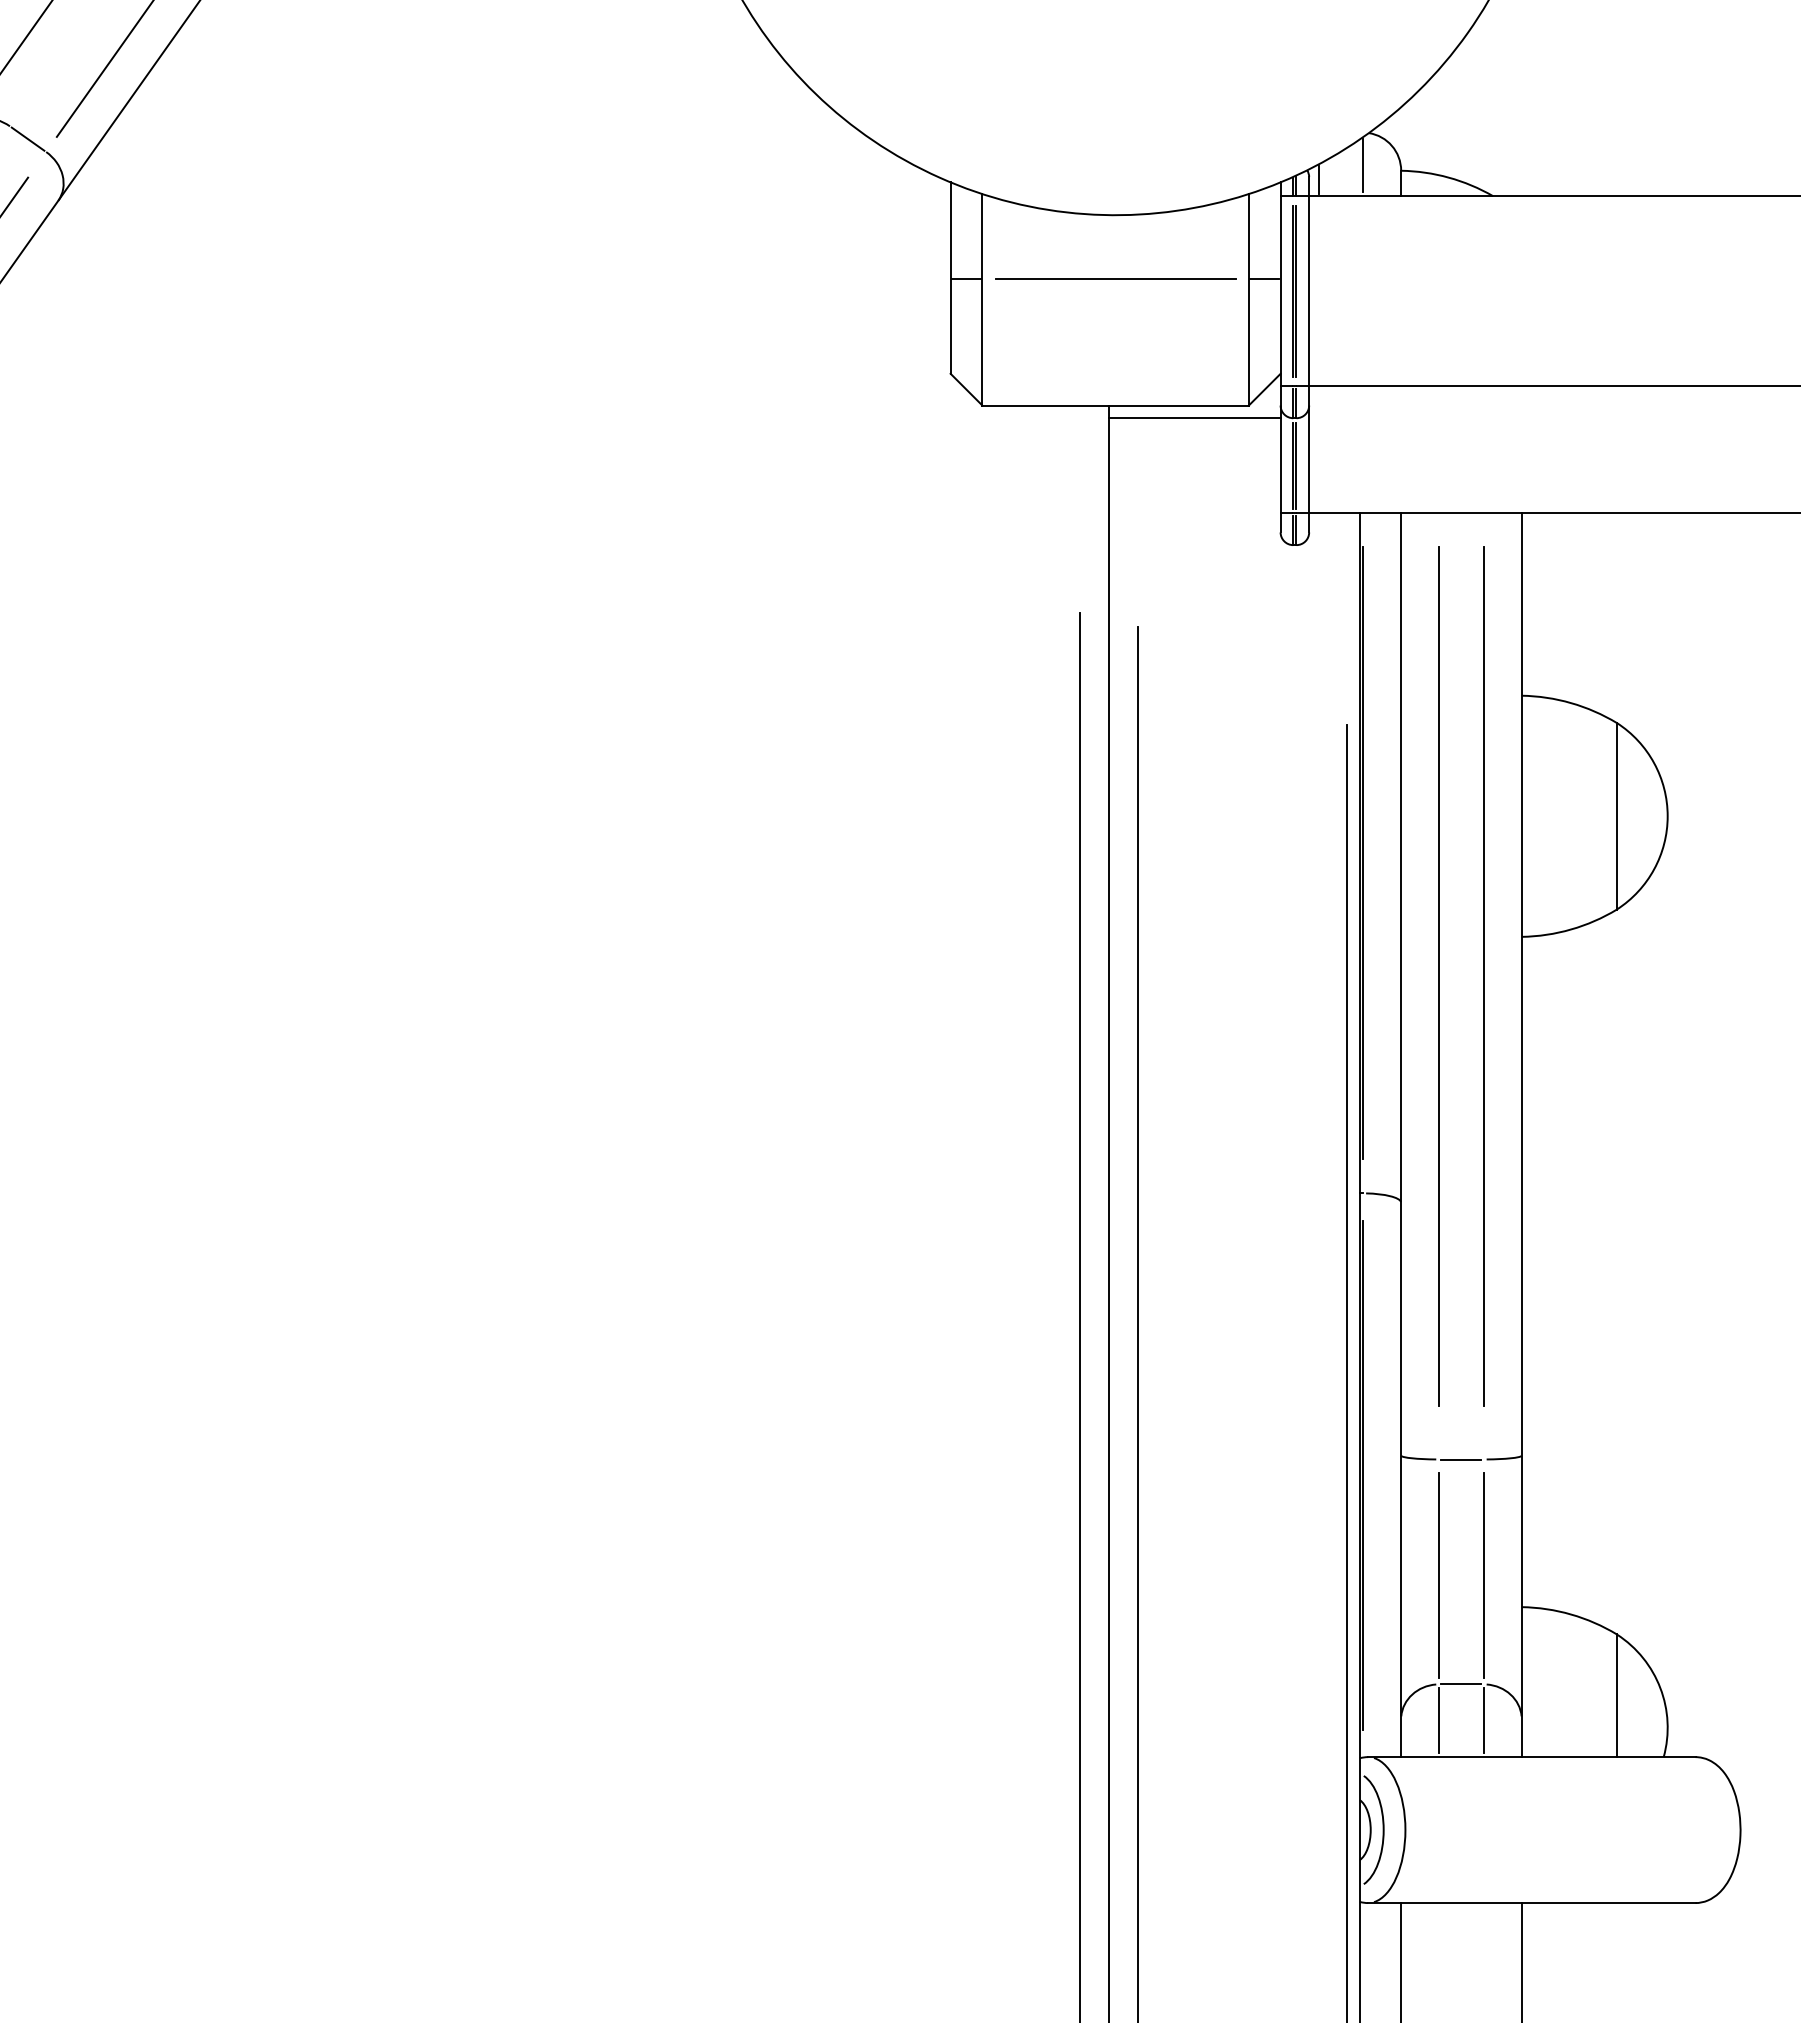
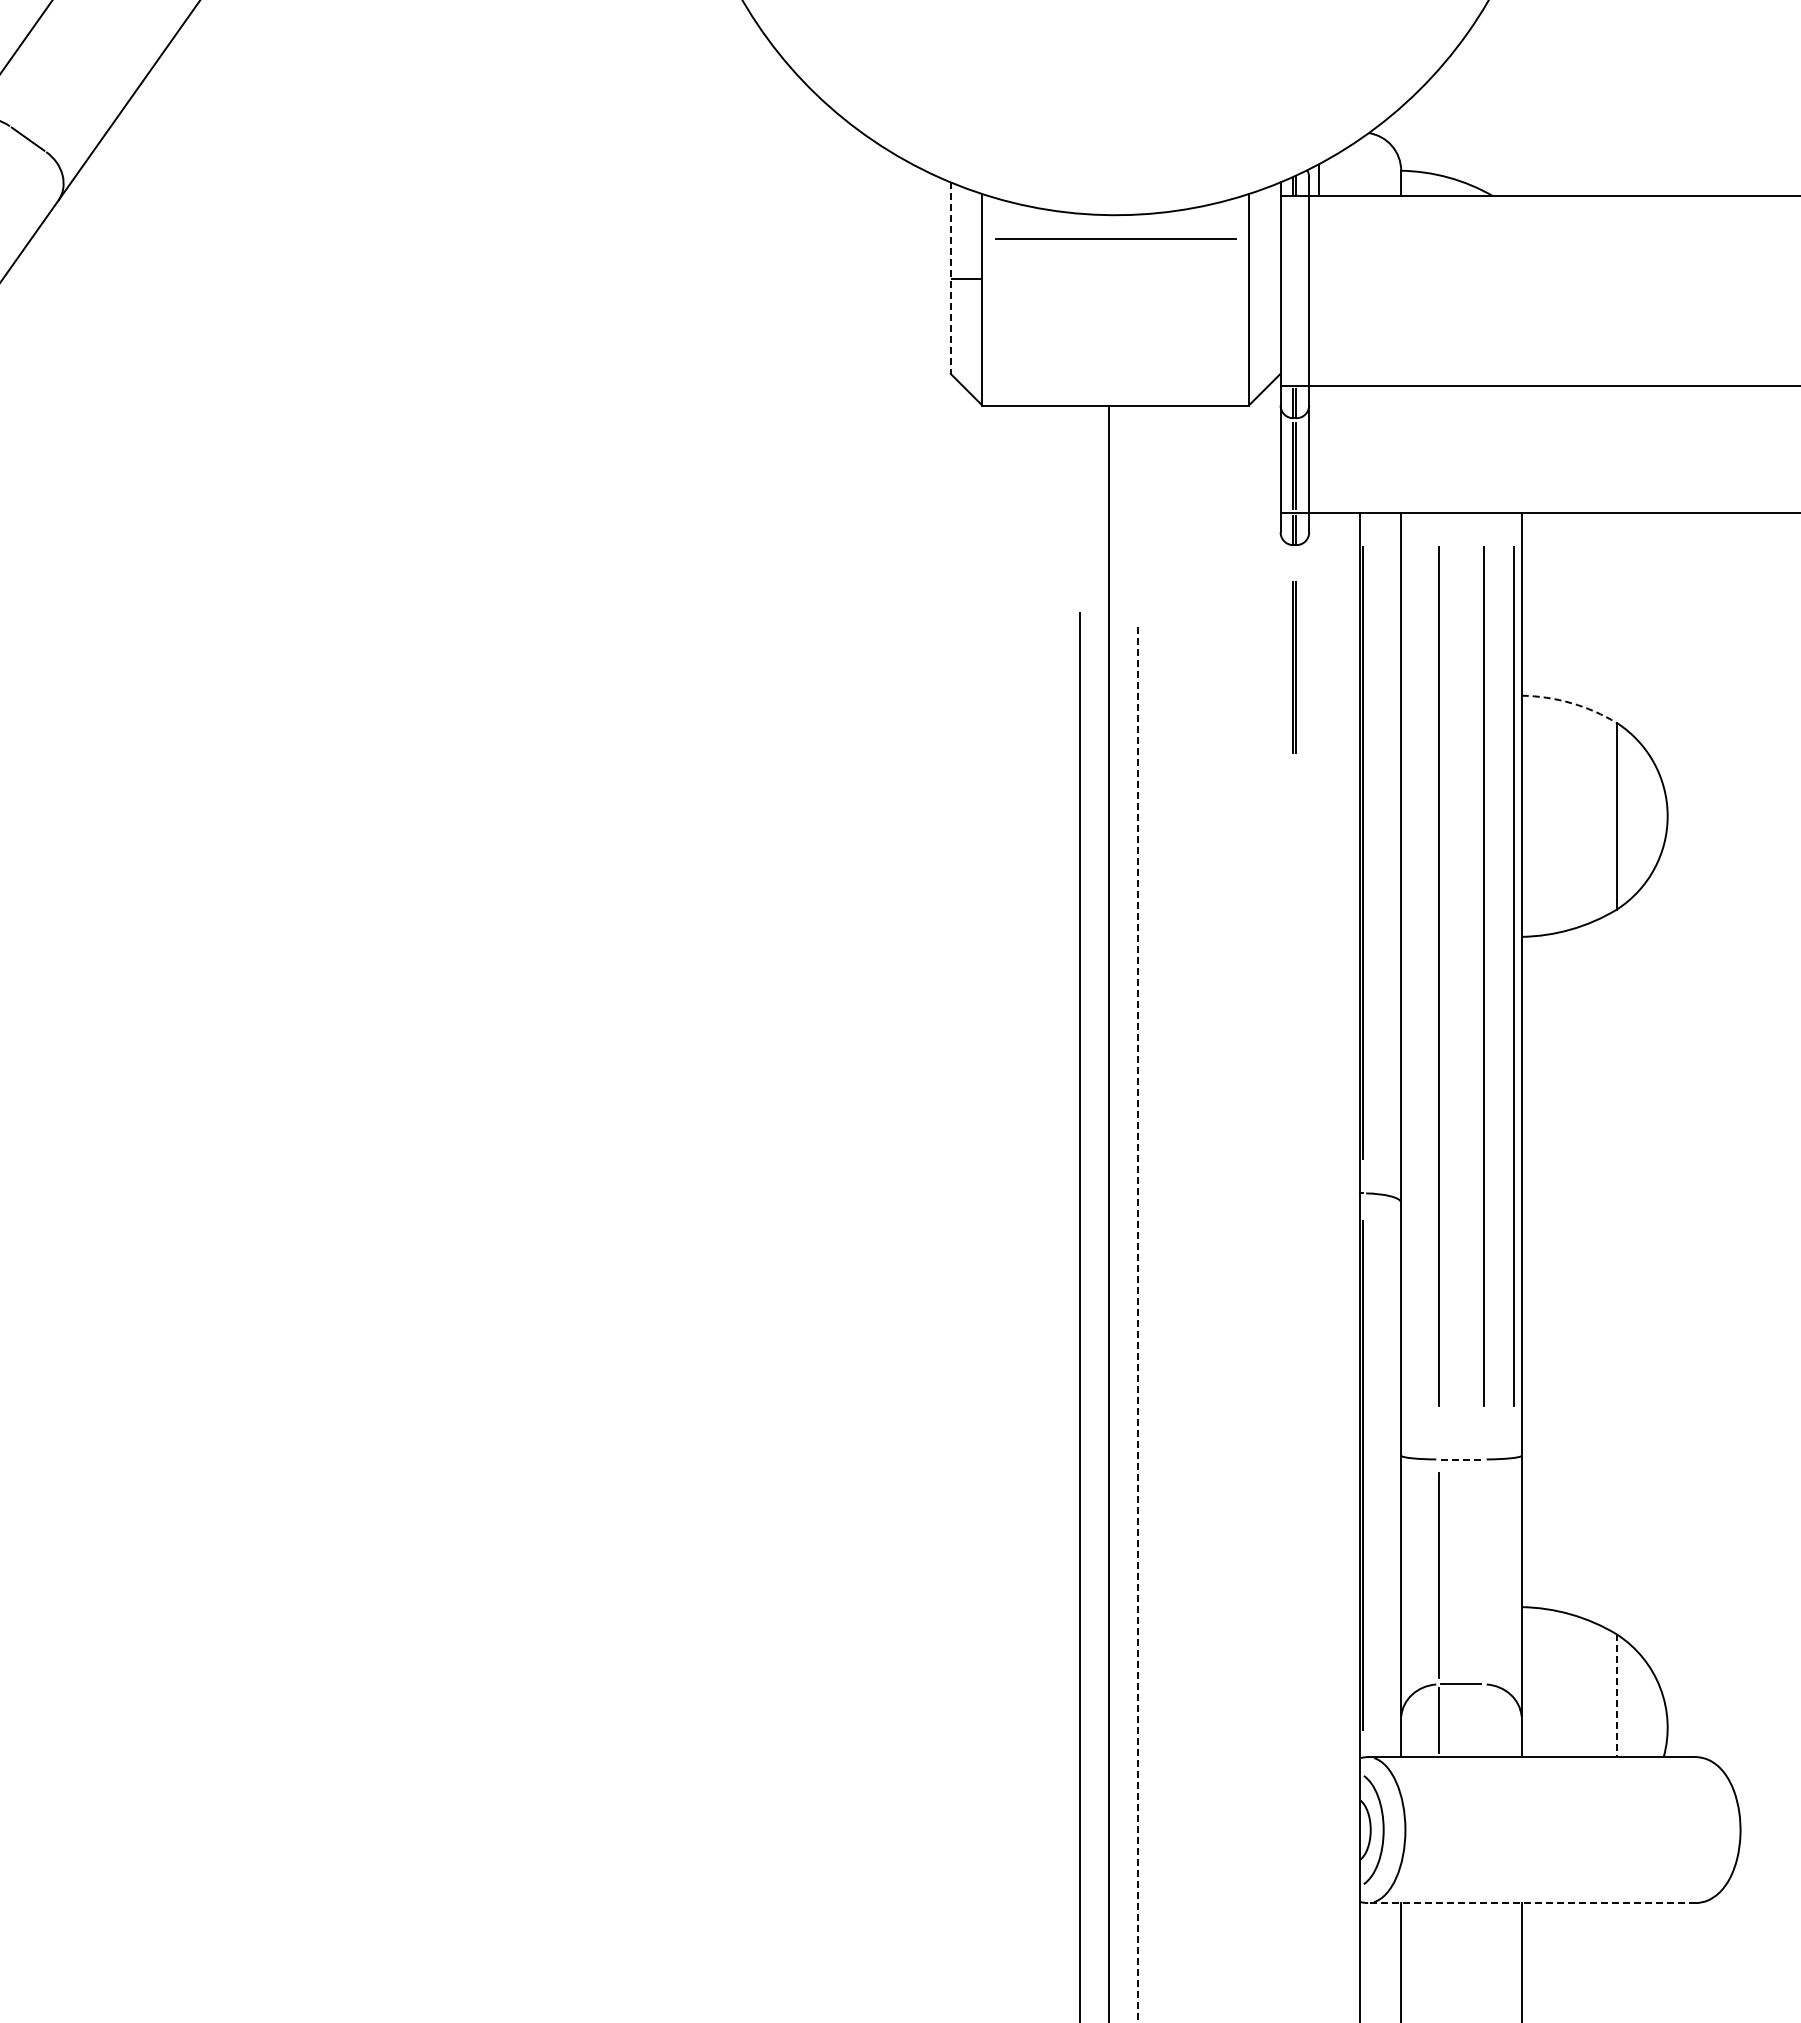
line at (104, 69): present -> none
line at (1363, 164): present -> none
line at (15, 195): present -> none
line at (950, 278): solid -> dashed
line at (1115, 278) position: (1115, 278) -> (1115, 238)
line at (1264, 278): present -> none
line at (1293, 291) position: (1293, 291) -> (1293, 667)
line at (1194, 418): present -> none
arc at (1571, 703): solid -> dashed
line at (1513, 976): none -> present
line at (1137, 1325): solid -> dashed
line at (1347, 1372): present -> none
line at (1461, 1459): solid -> dashed
line at (1483, 1575): present -> none
line at (1616, 1696): solid -> dashed
line at (1483, 1719): present -> none
line at (1531, 1903): solid -> dashed
